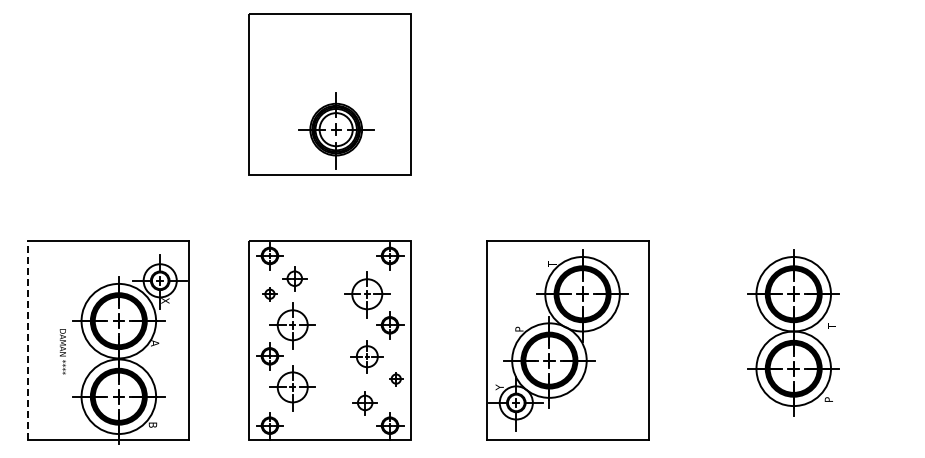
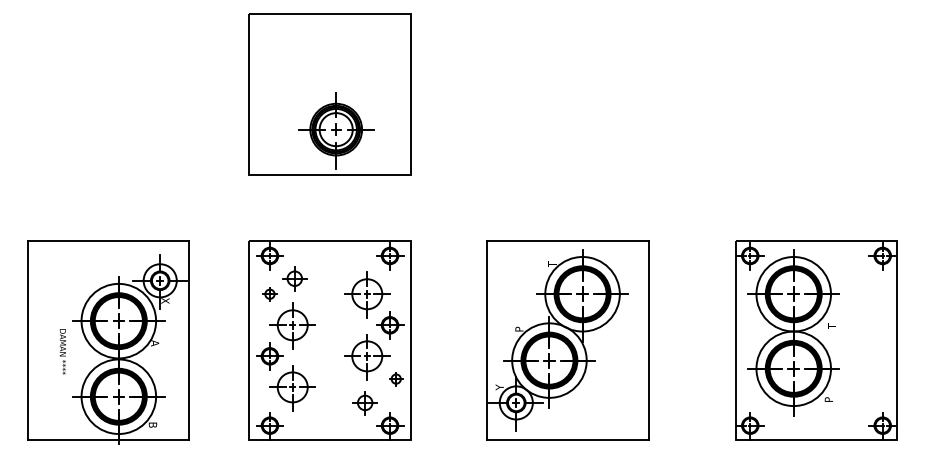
line at (27, 340): dashed -> solid
part at (816, 340): none -> present
part at (366, 356) size: 34x34 px -> 47x47 px
